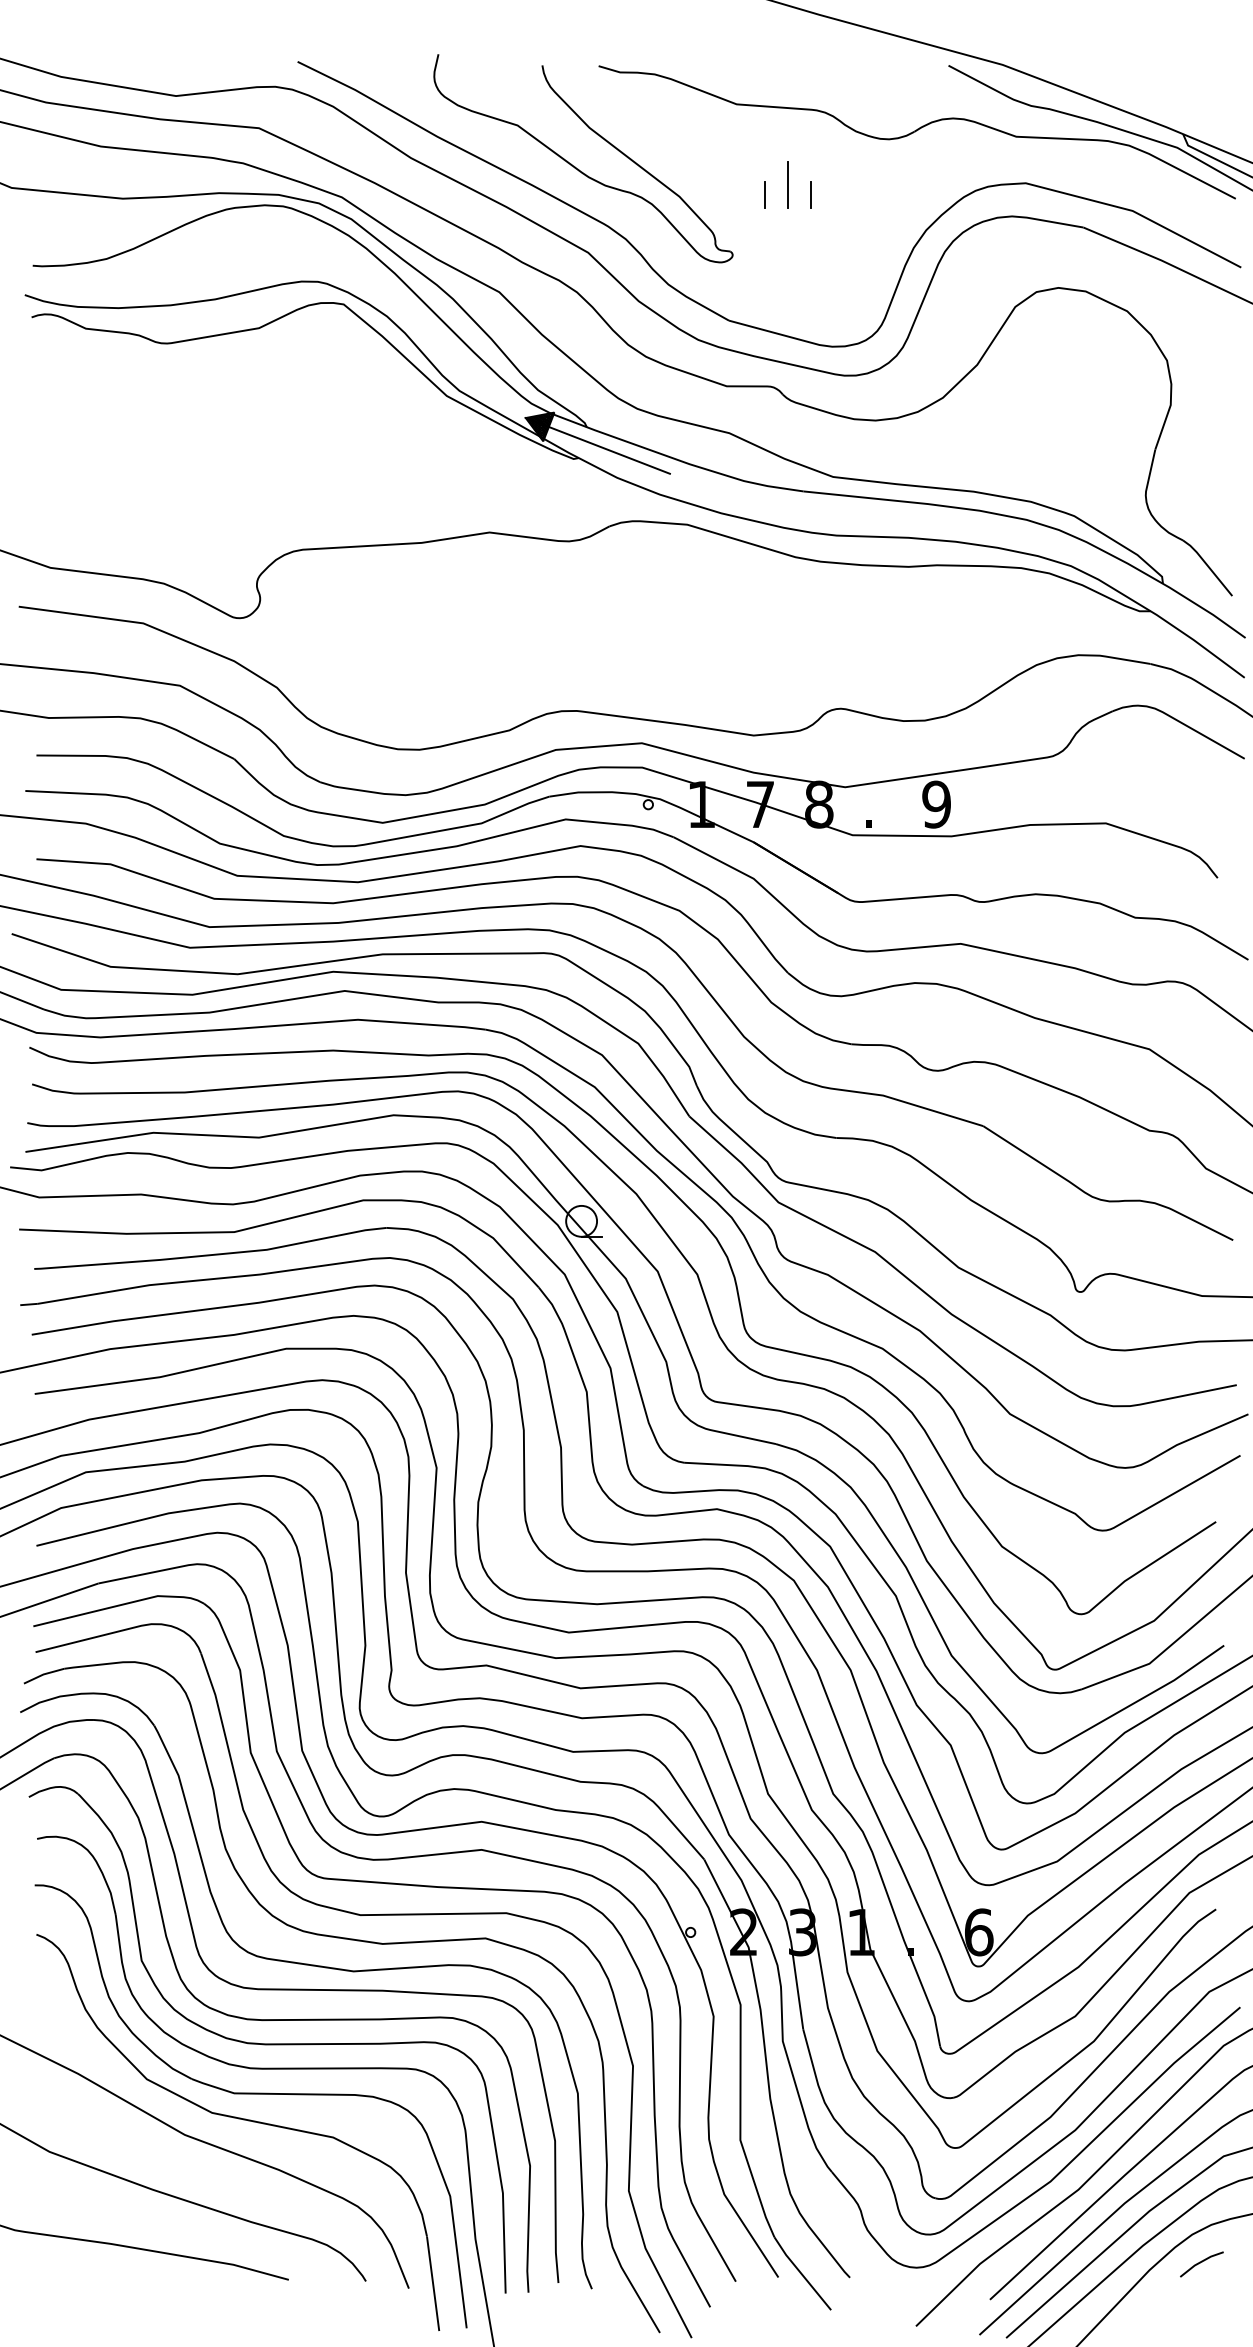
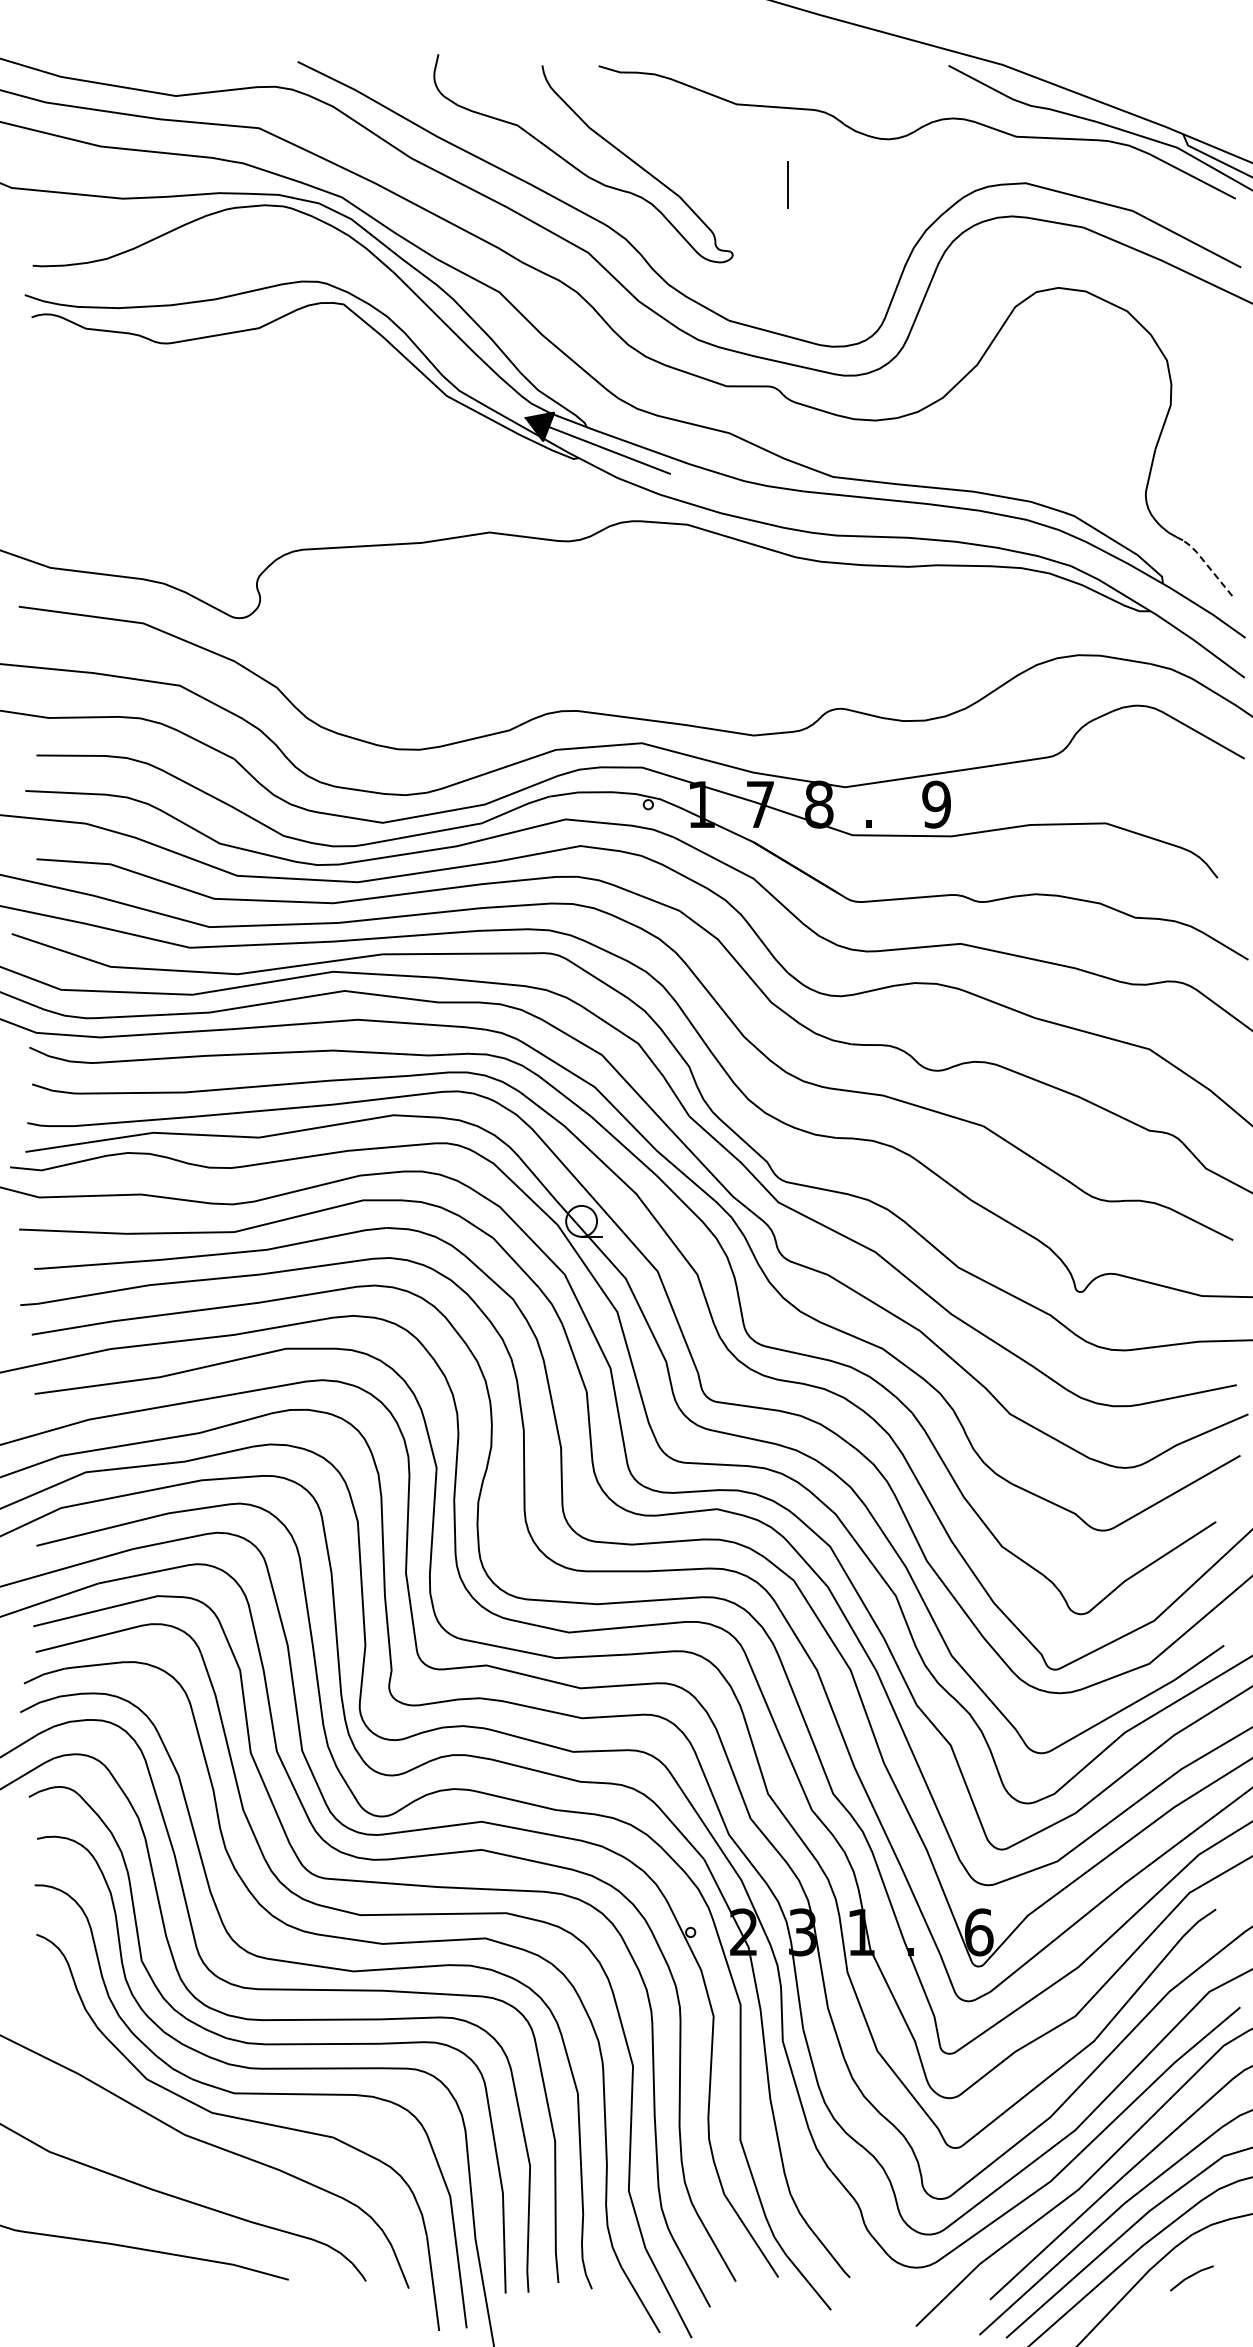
line at (764, 194): present -> none
line at (811, 194): present -> none
line at (1207, 565): solid -> dashed
line at (1200, 2263) position: (1200, 2263) -> (1190, 2277)
